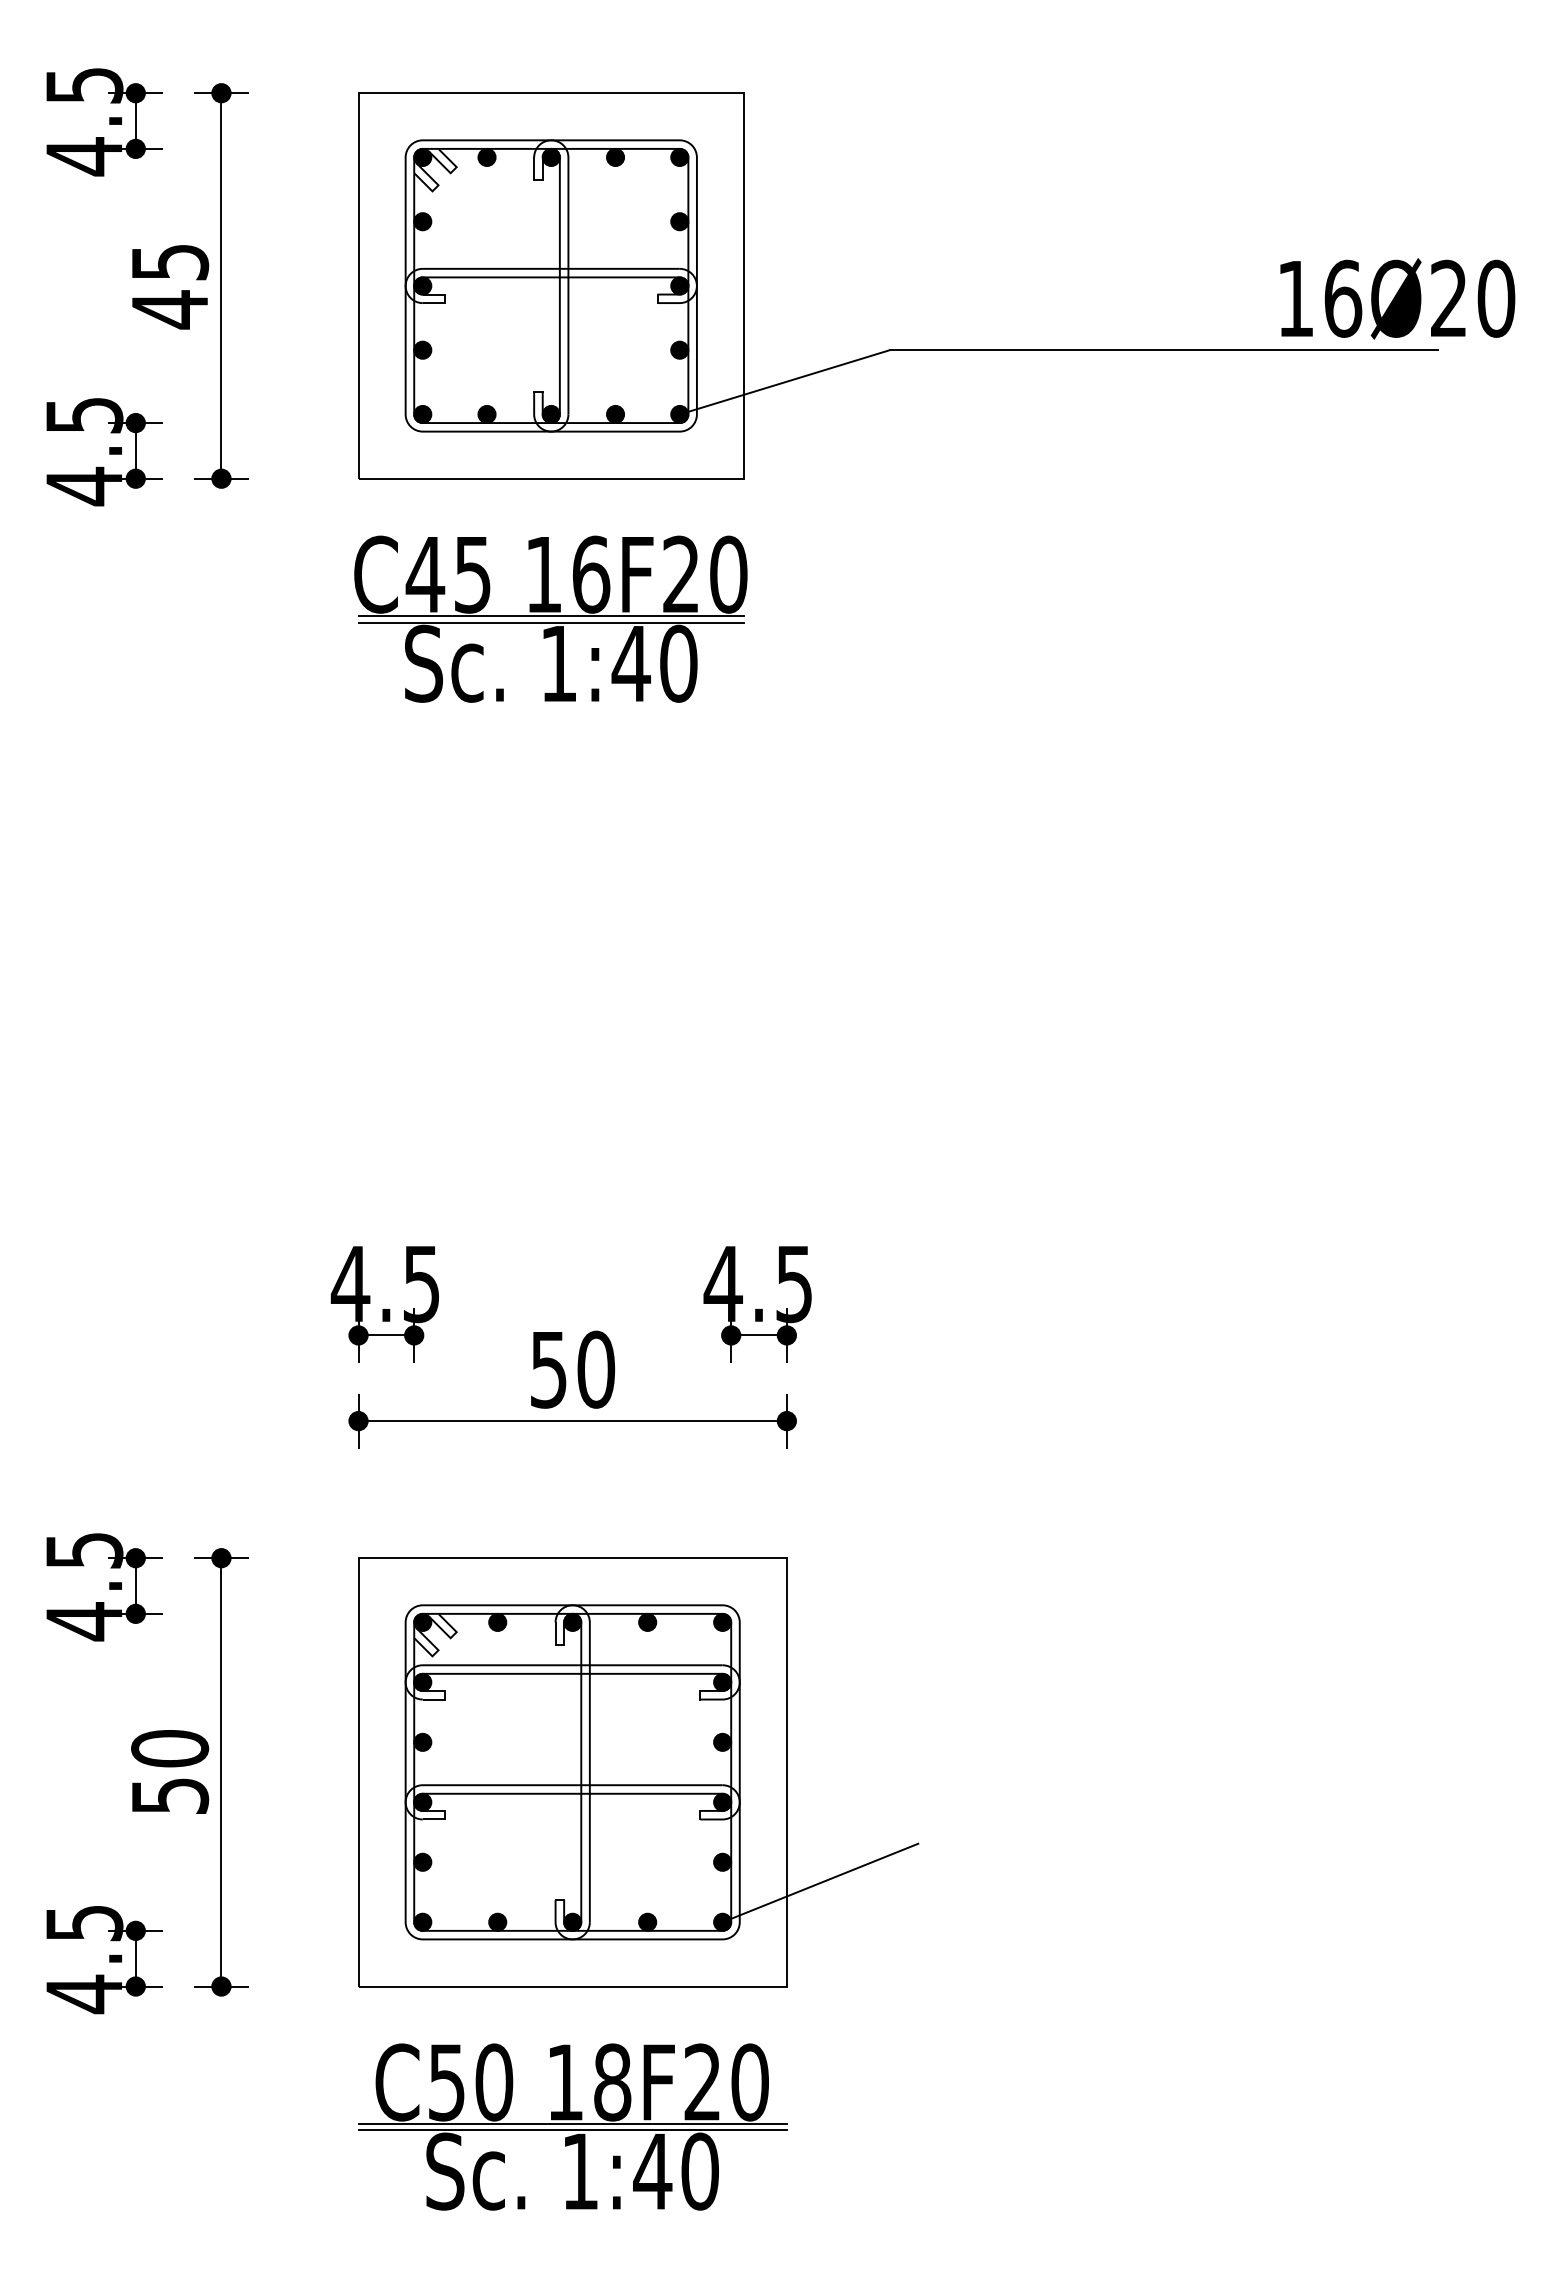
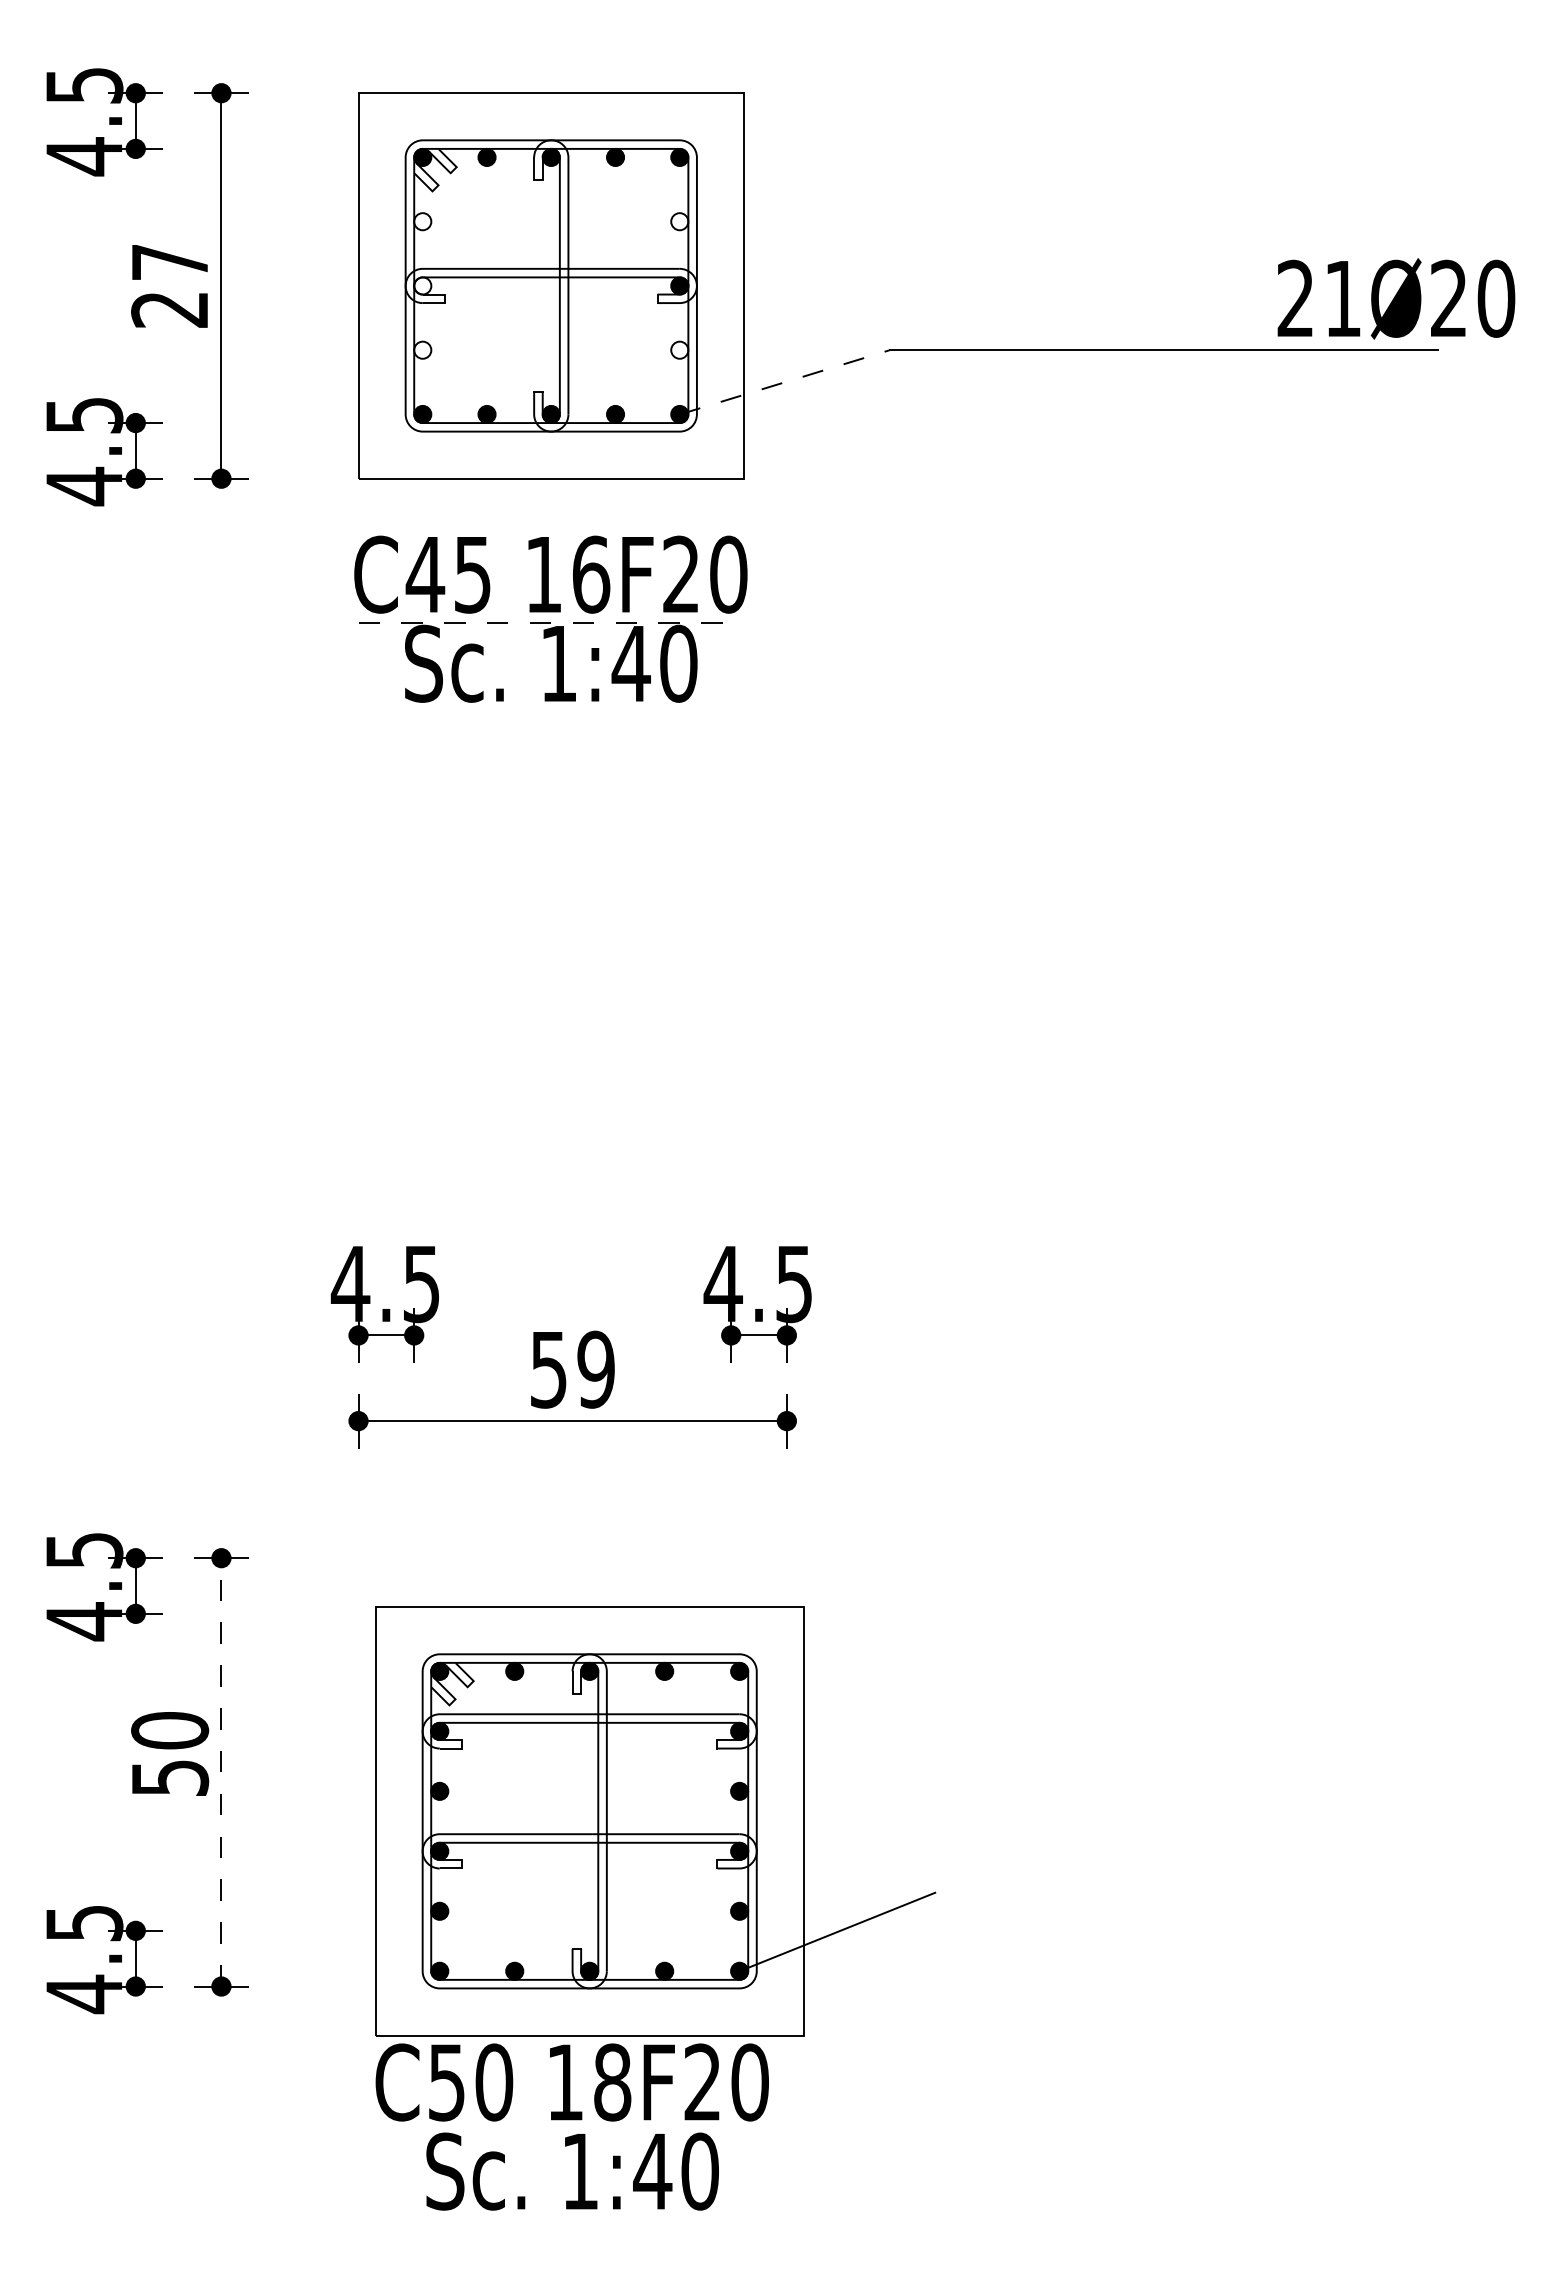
fill at (422, 221): present -> none
fill at (679, 221): present -> none
fill at (422, 285): present -> none
text at (170, 287): 45 -> 27
text at (1319, 298): 16Ø20 -> 21Ø20
fill at (422, 349): present -> none
fill at (679, 349): present -> none
line at (784, 382): solid -> dashed
line at (551, 615): present -> none
line at (551, 622): solid -> dashed
text at (596, 1369): 50 -> 59
text at (170, 1771) position: (170, 1771) -> (170, 1753)
line at (221, 1771): solid -> dashed
part at (638, 1772) position: (638, 1772) -> (655, 1821)
line at (572, 2123): present -> none
line at (572, 2130): present -> none
